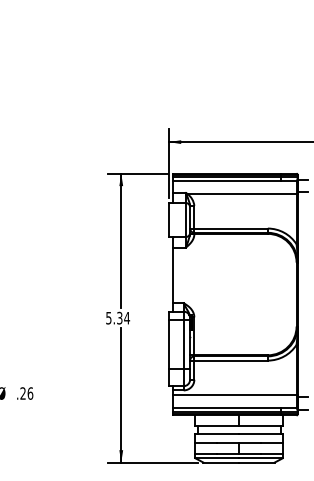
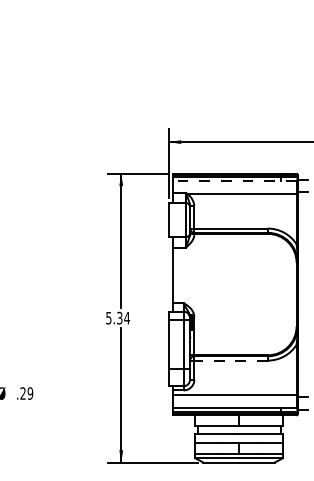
line at (234, 181): solid -> dashed
line at (231, 360): solid -> dashed
text at (30, 393): .26 -> .29
